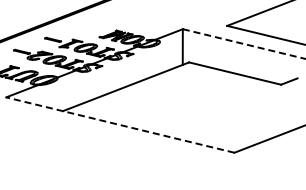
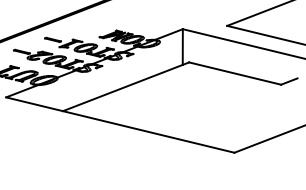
line at (244, 44): dashed -> solid
line at (119, 124): dashed -> solid
